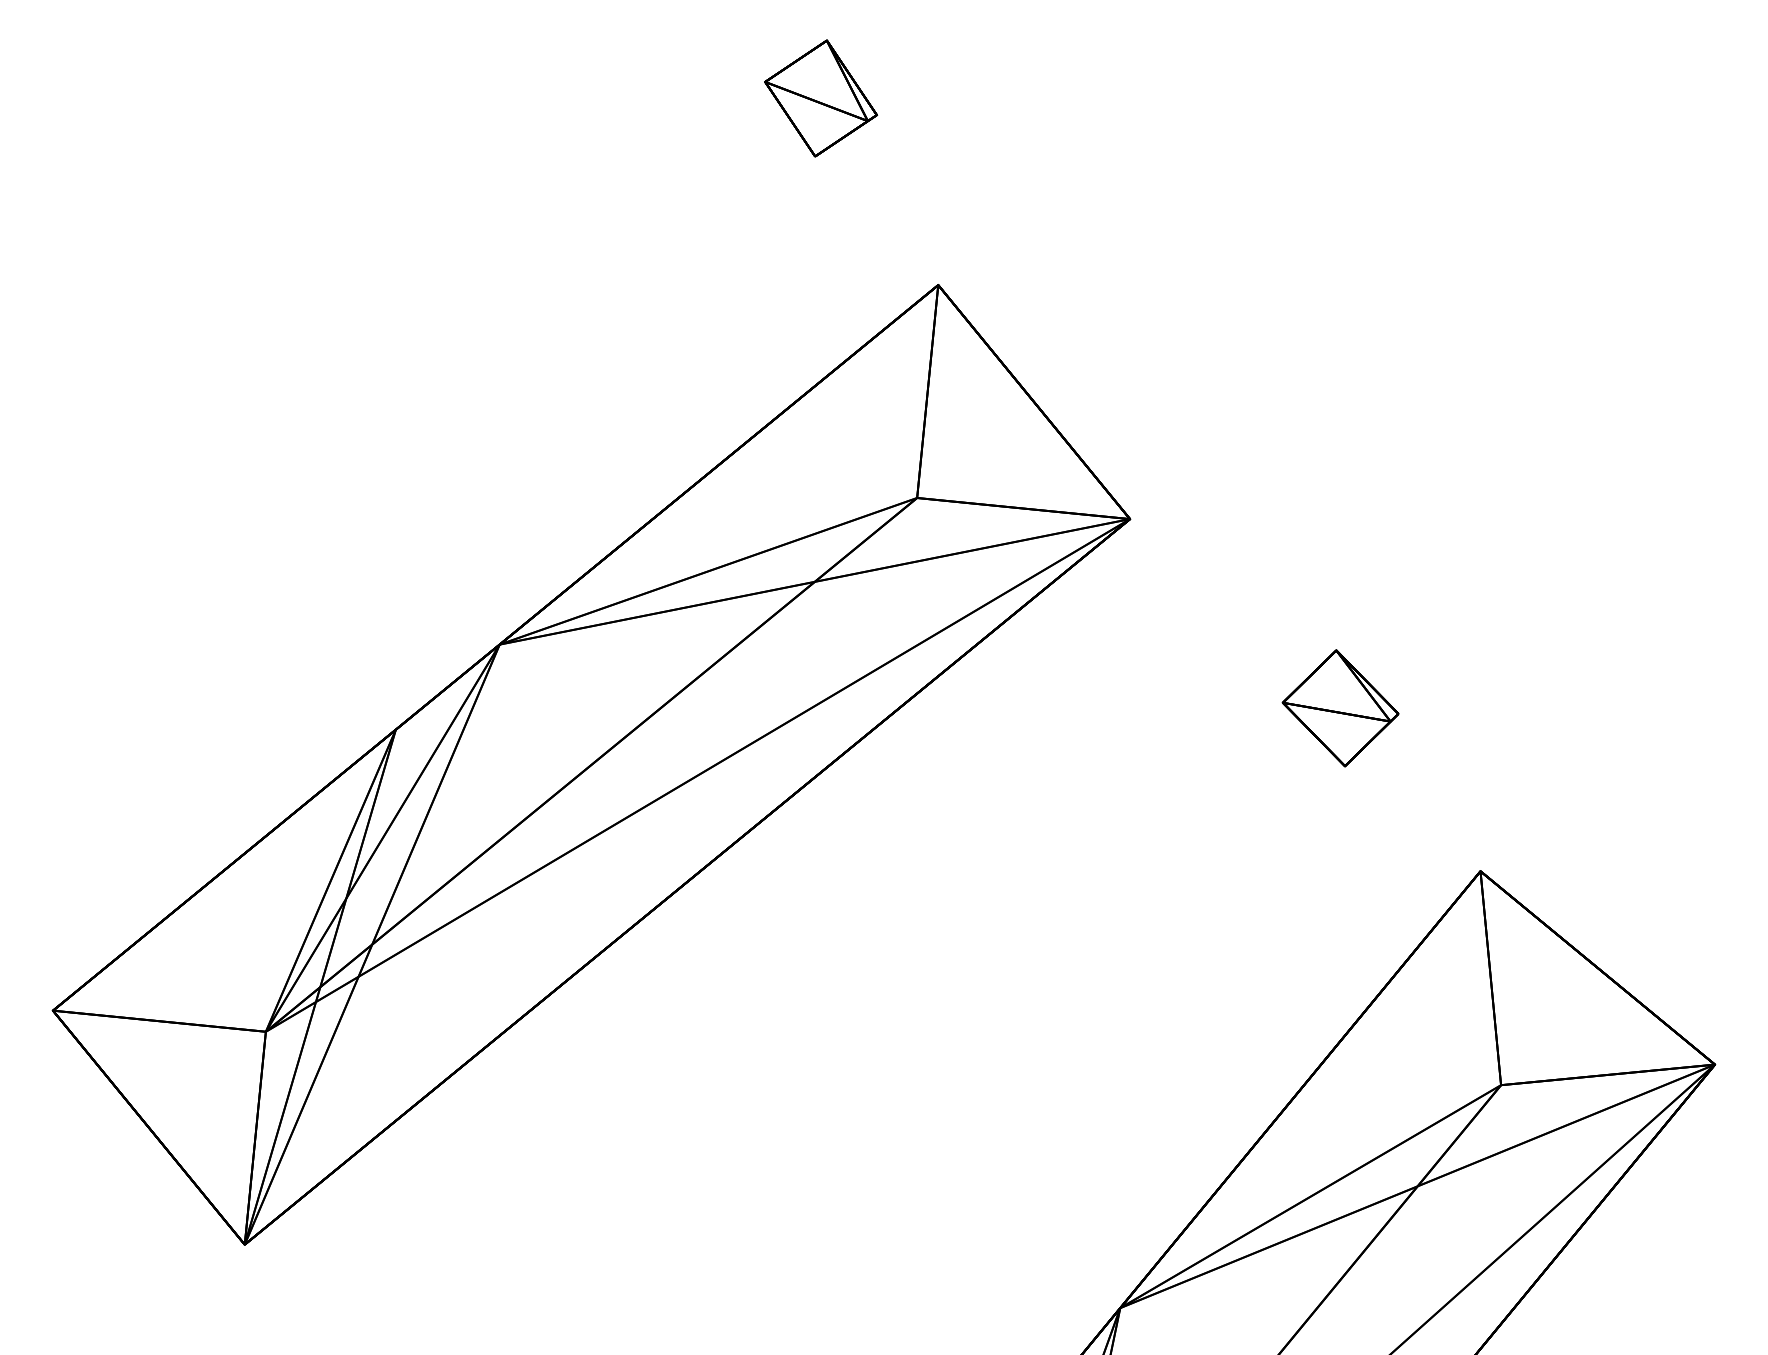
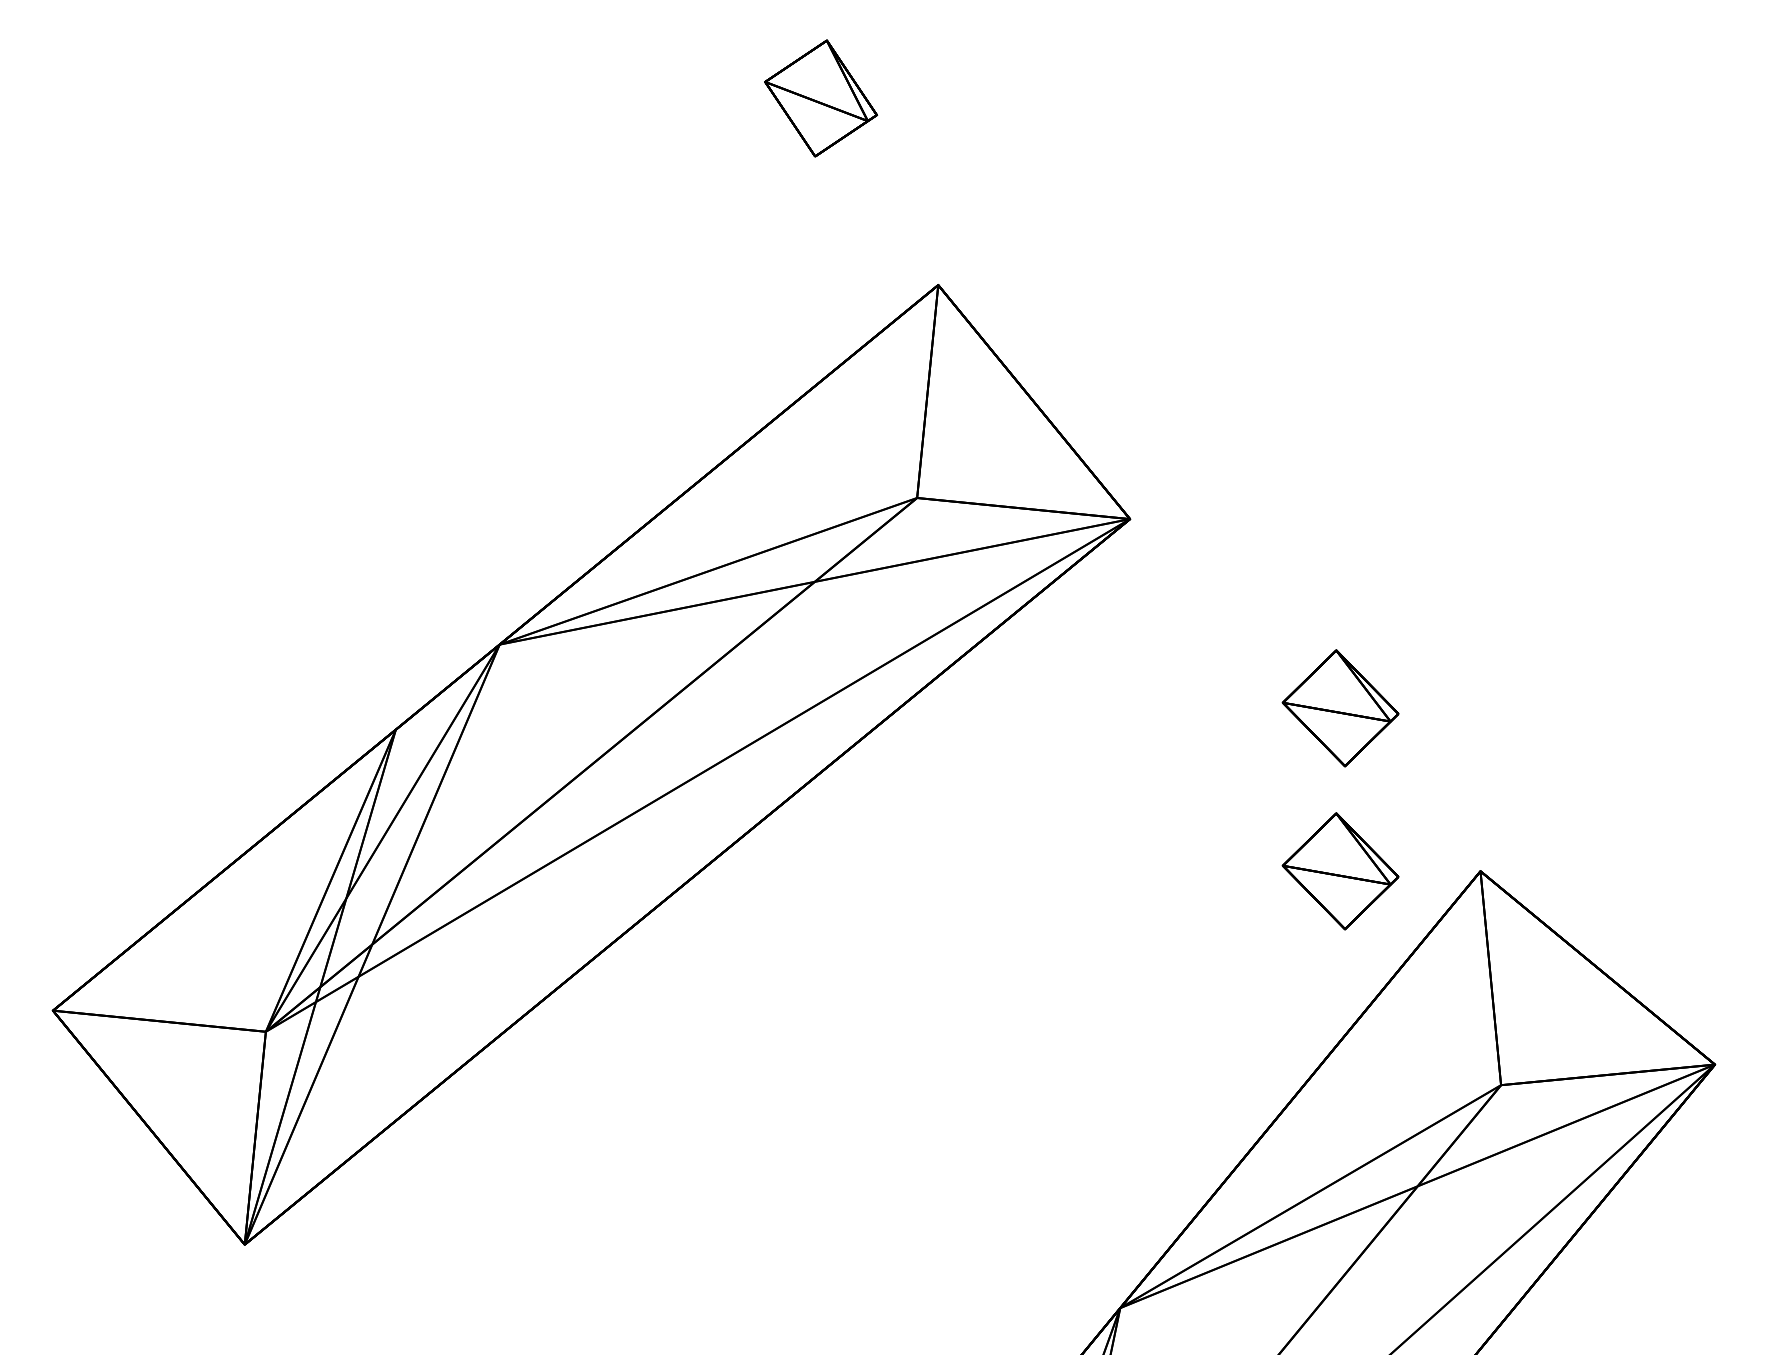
part at (1340, 871): none -> present
